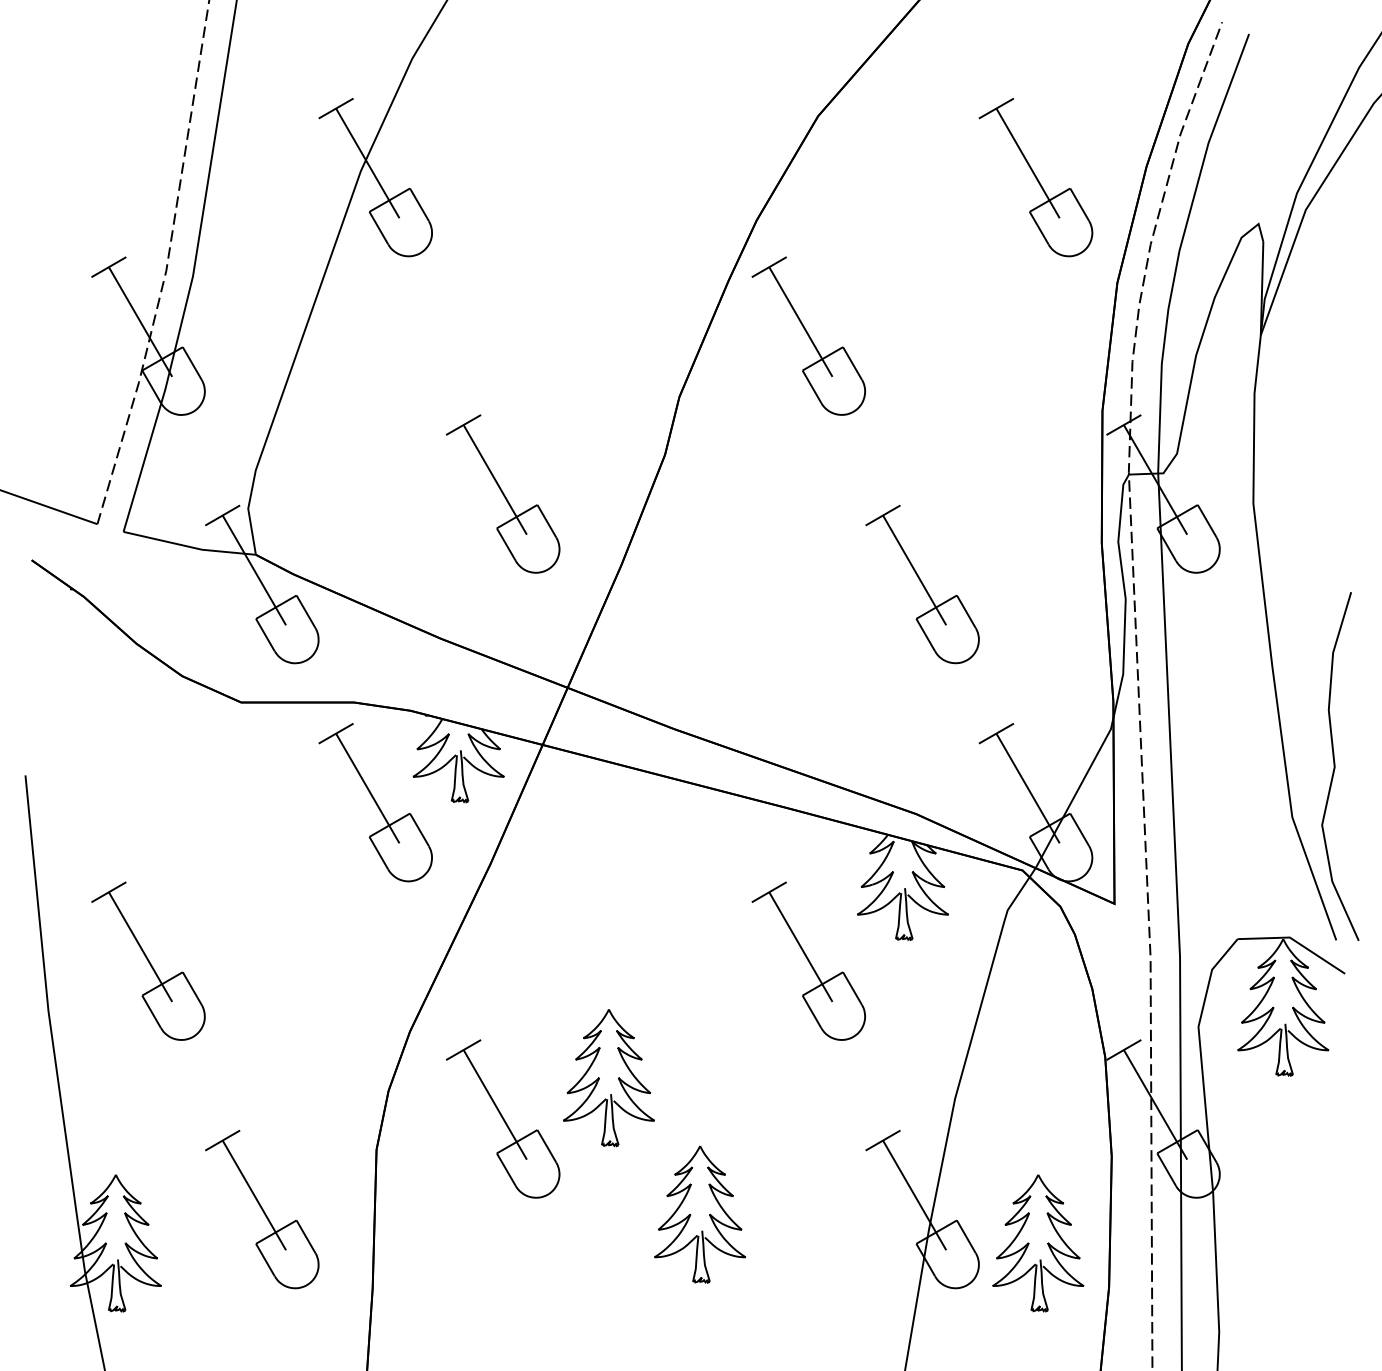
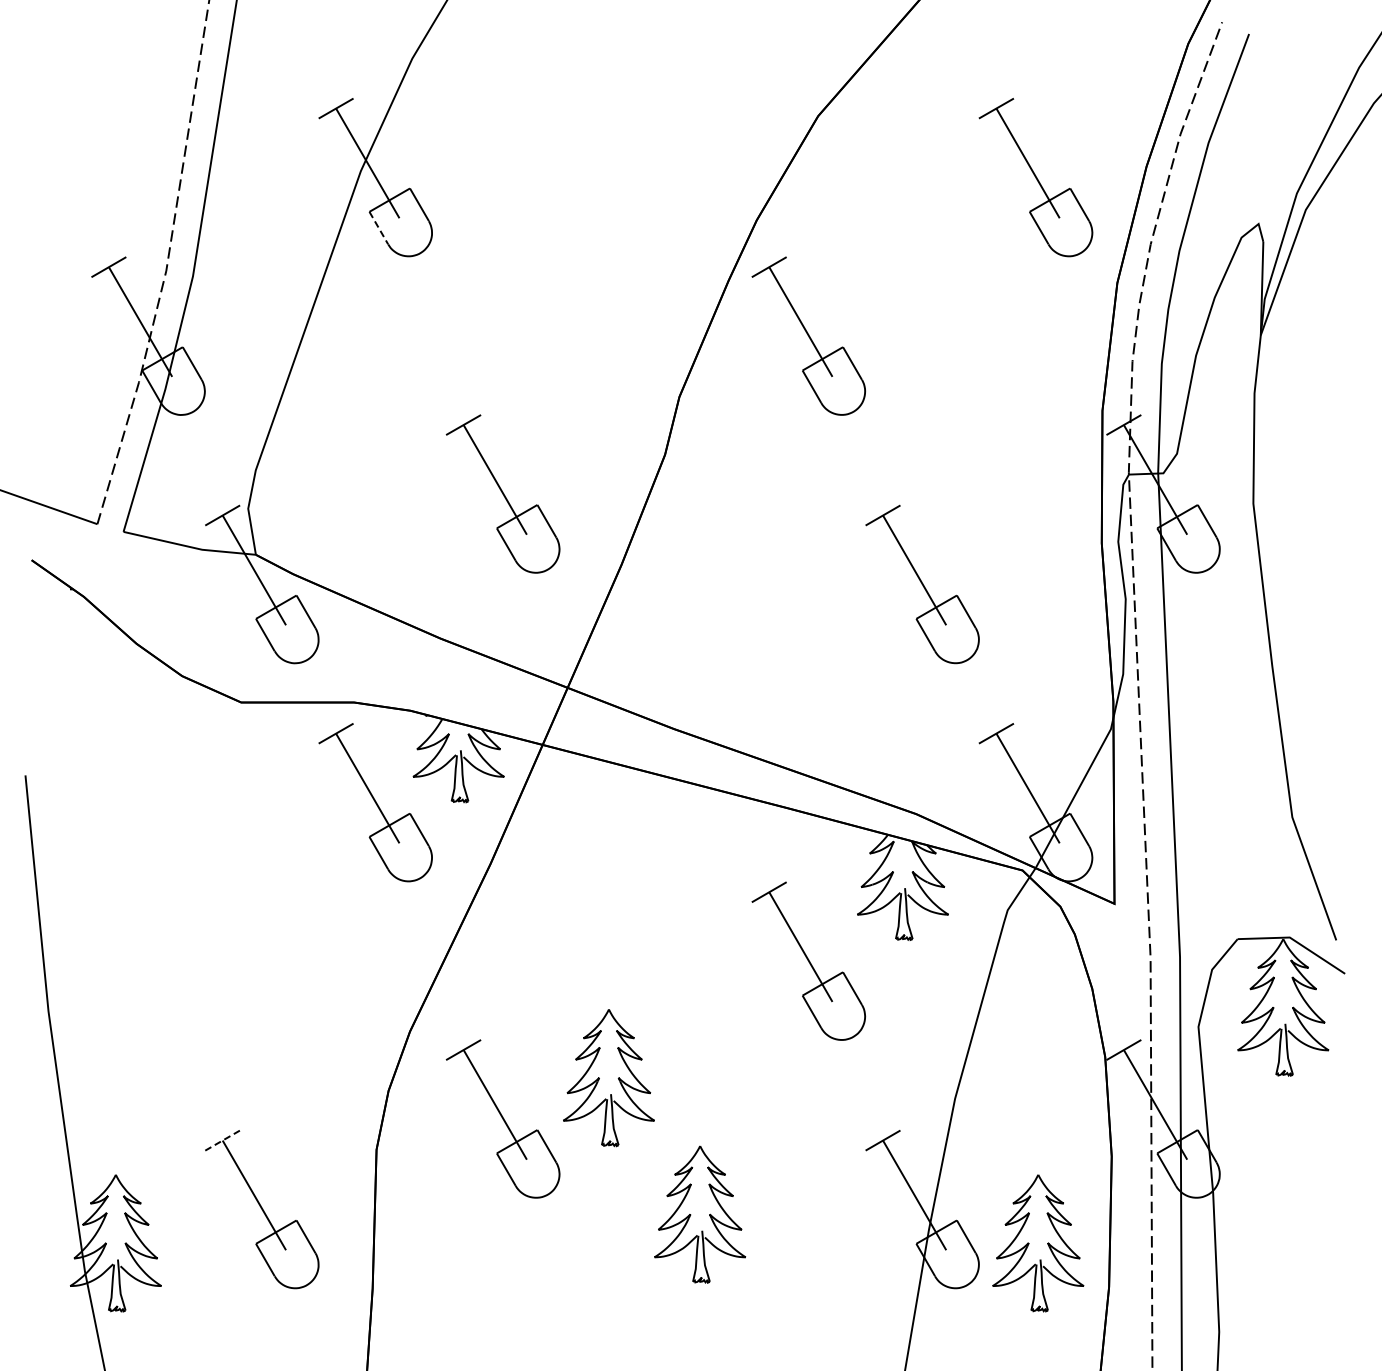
line at (378, 228): solid -> dashed
curve at (1335, 766): present -> none
part at (148, 960): present -> none
line at (223, 1140): solid -> dashed
